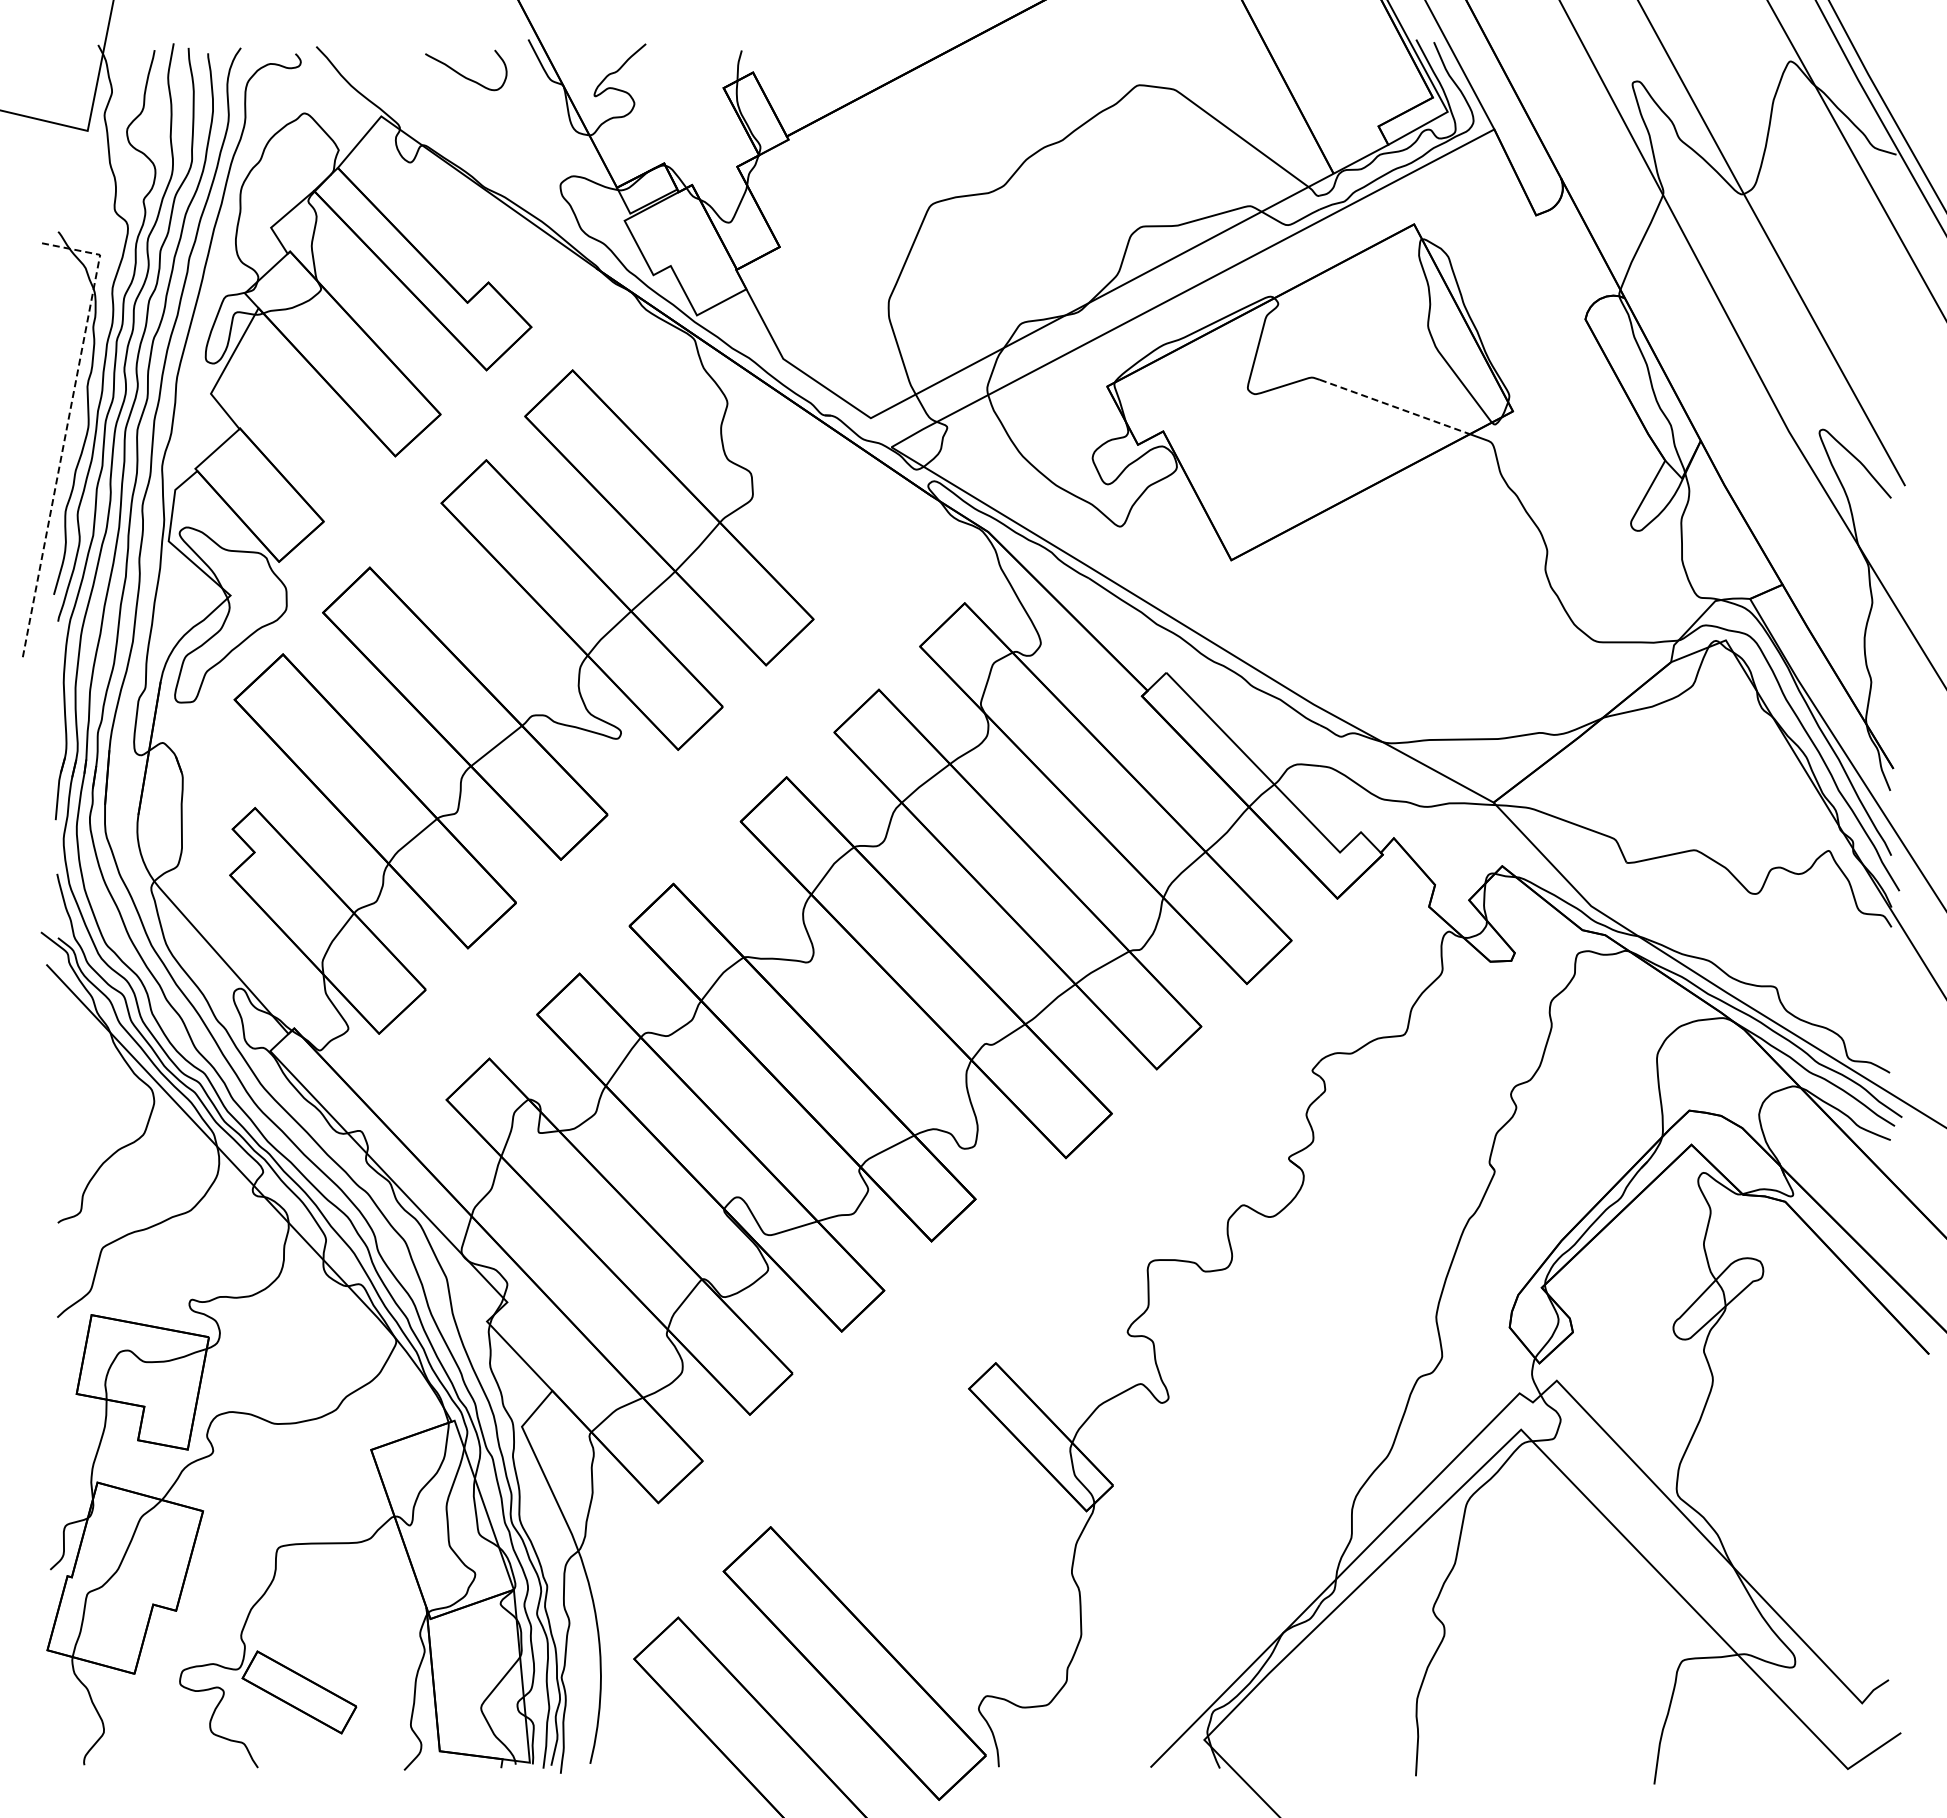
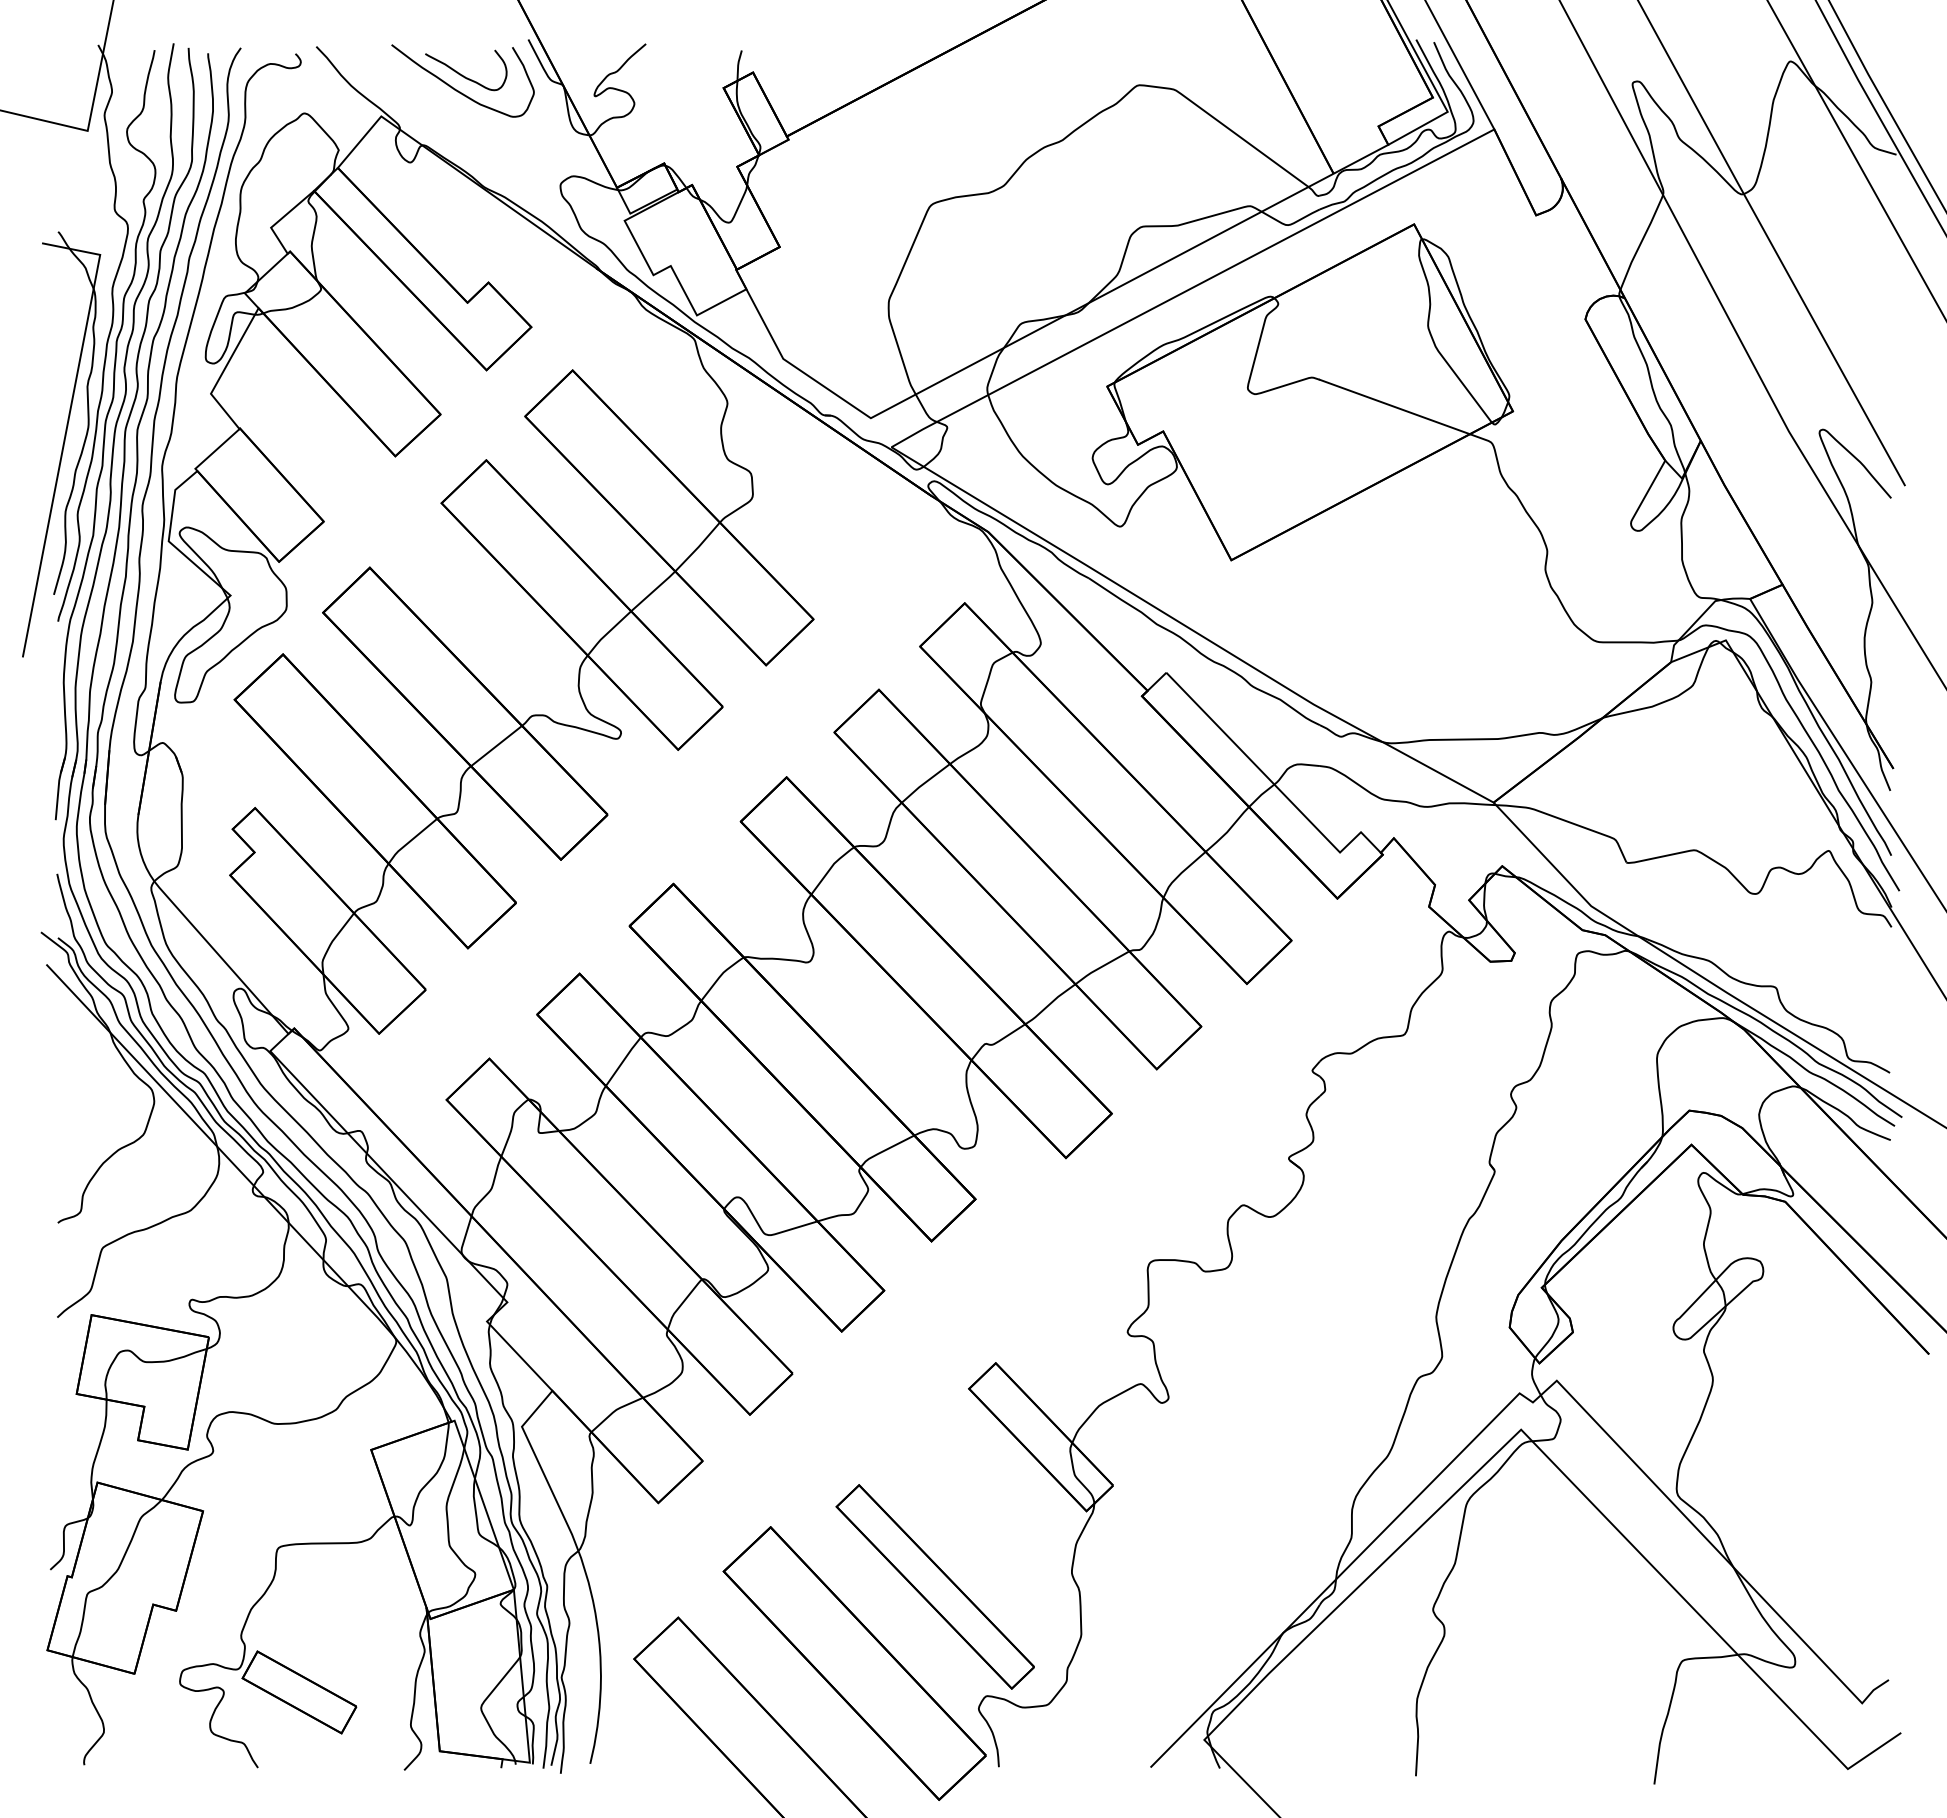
curve at (455, 88): none -> present
line at (1394, 407): dashed -> solid
line at (67, 426): dashed -> solid
part at (934, 1586): none -> present
